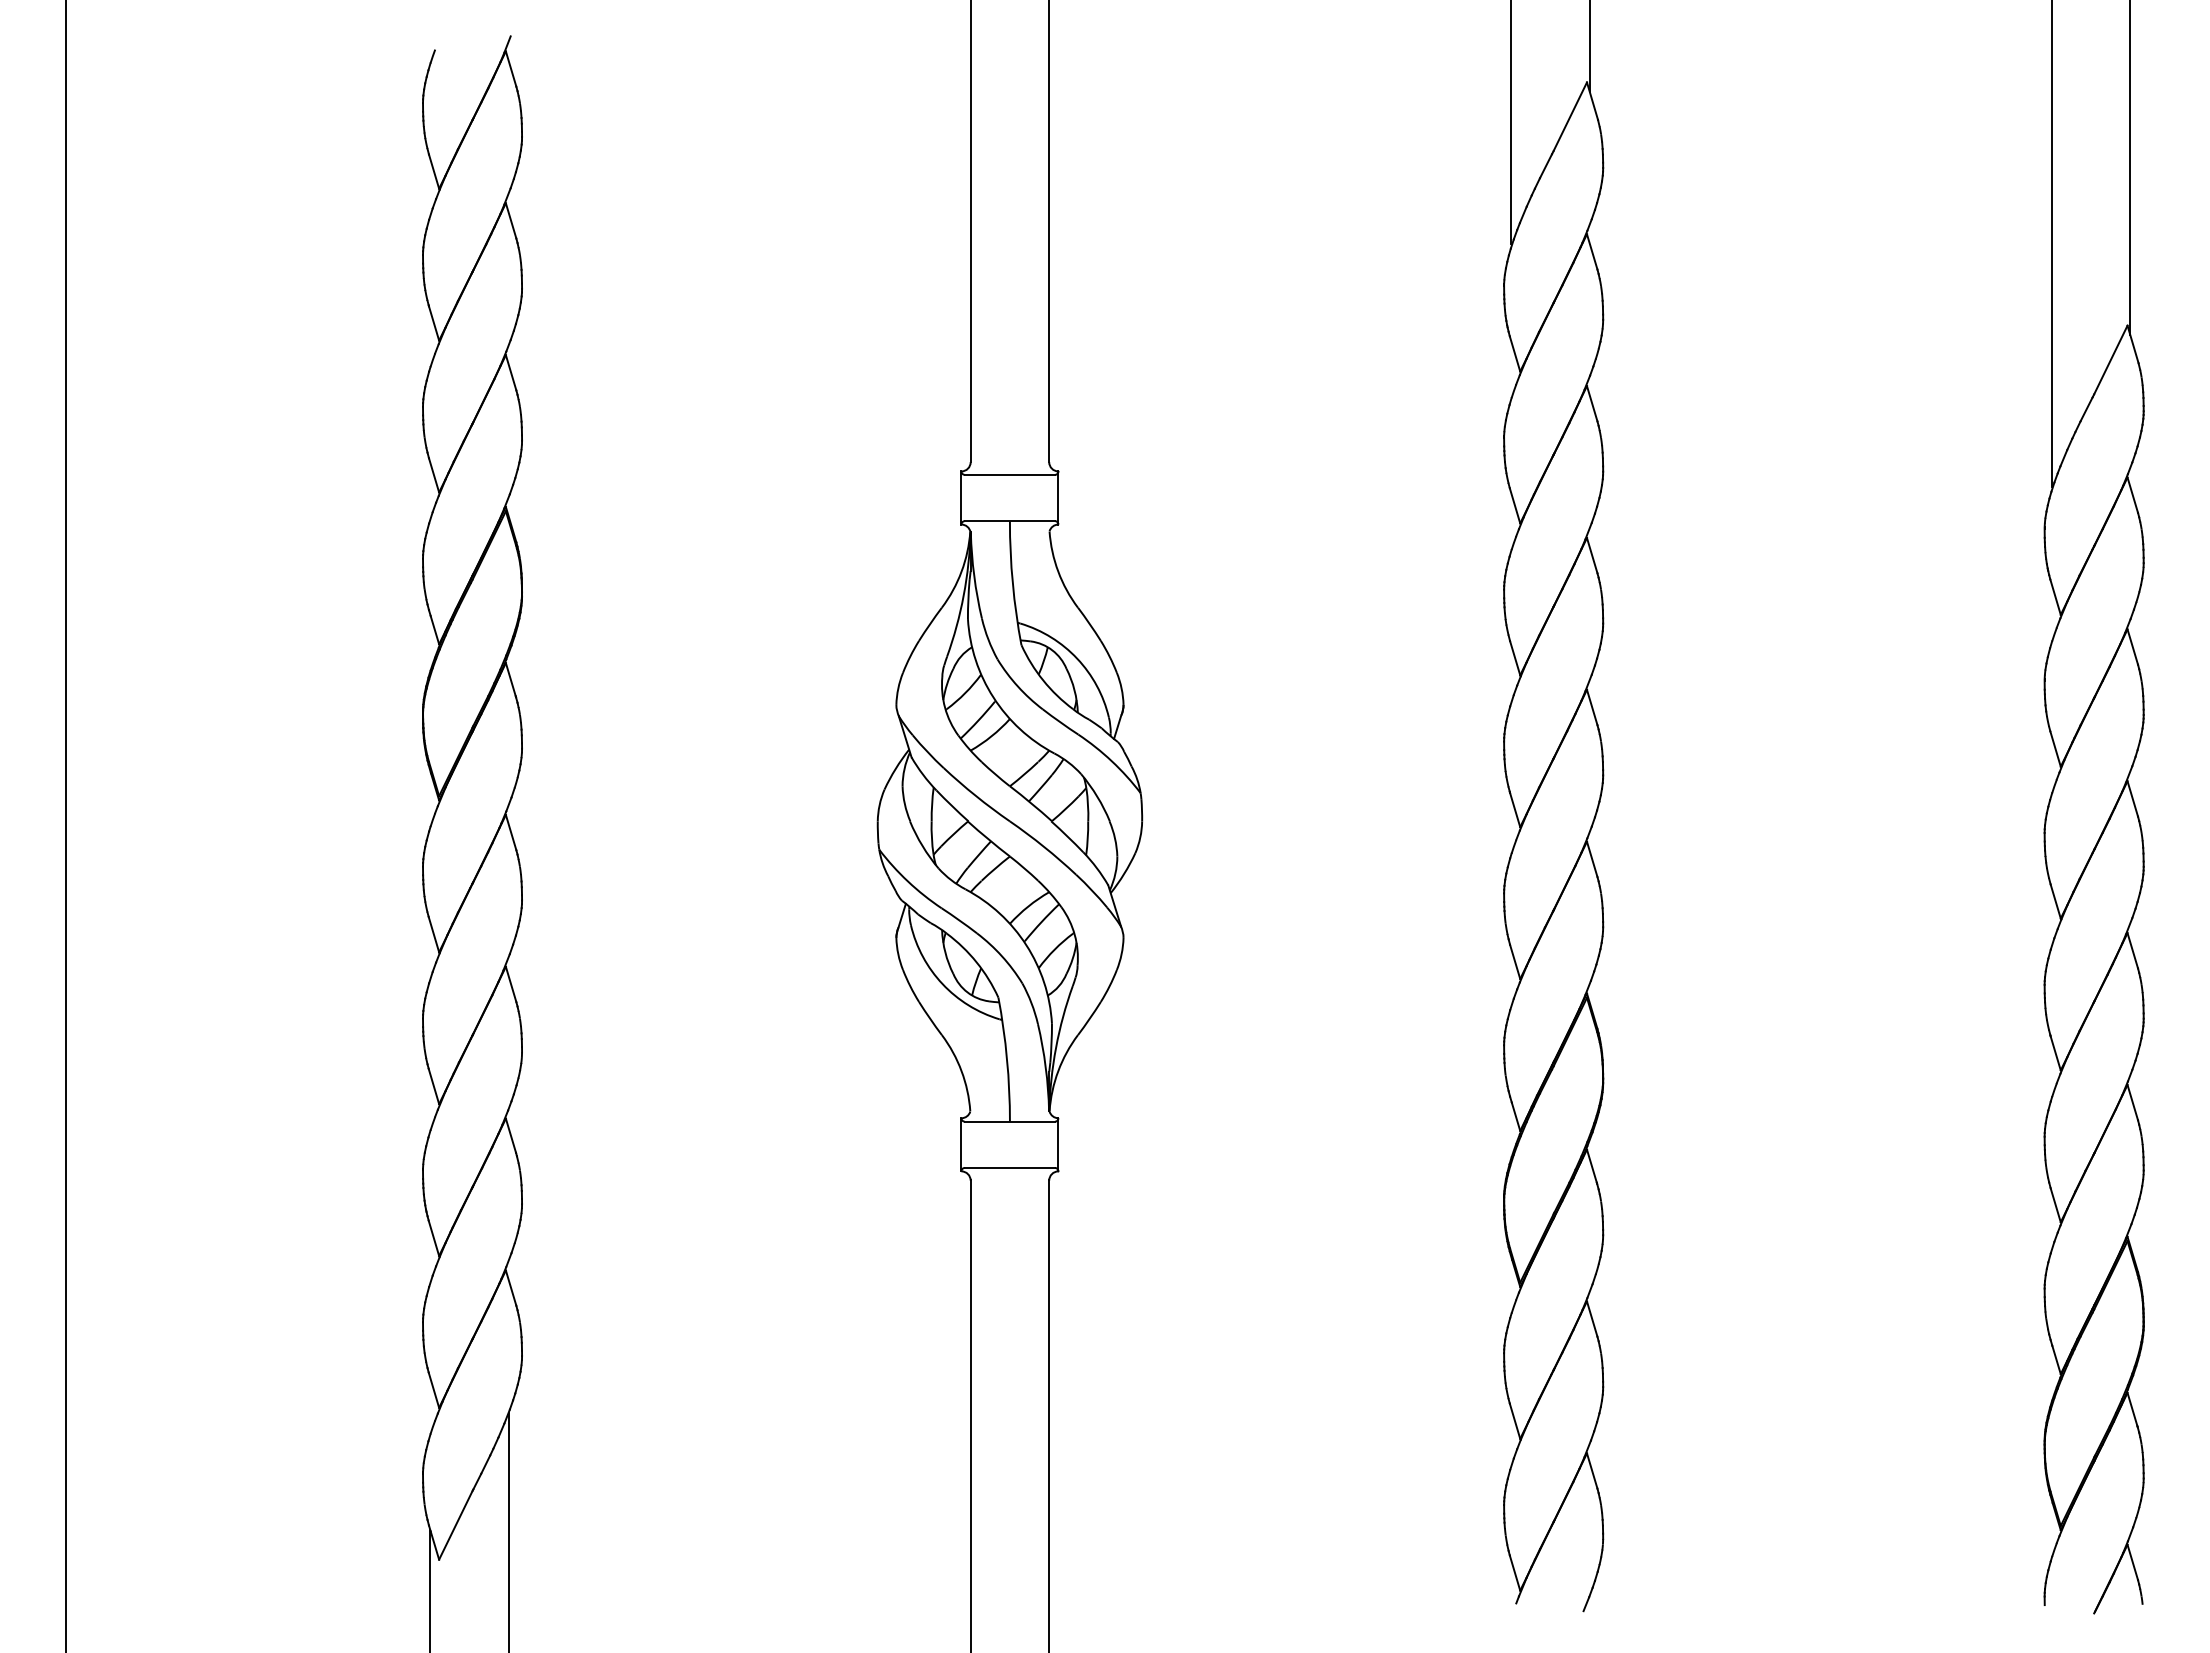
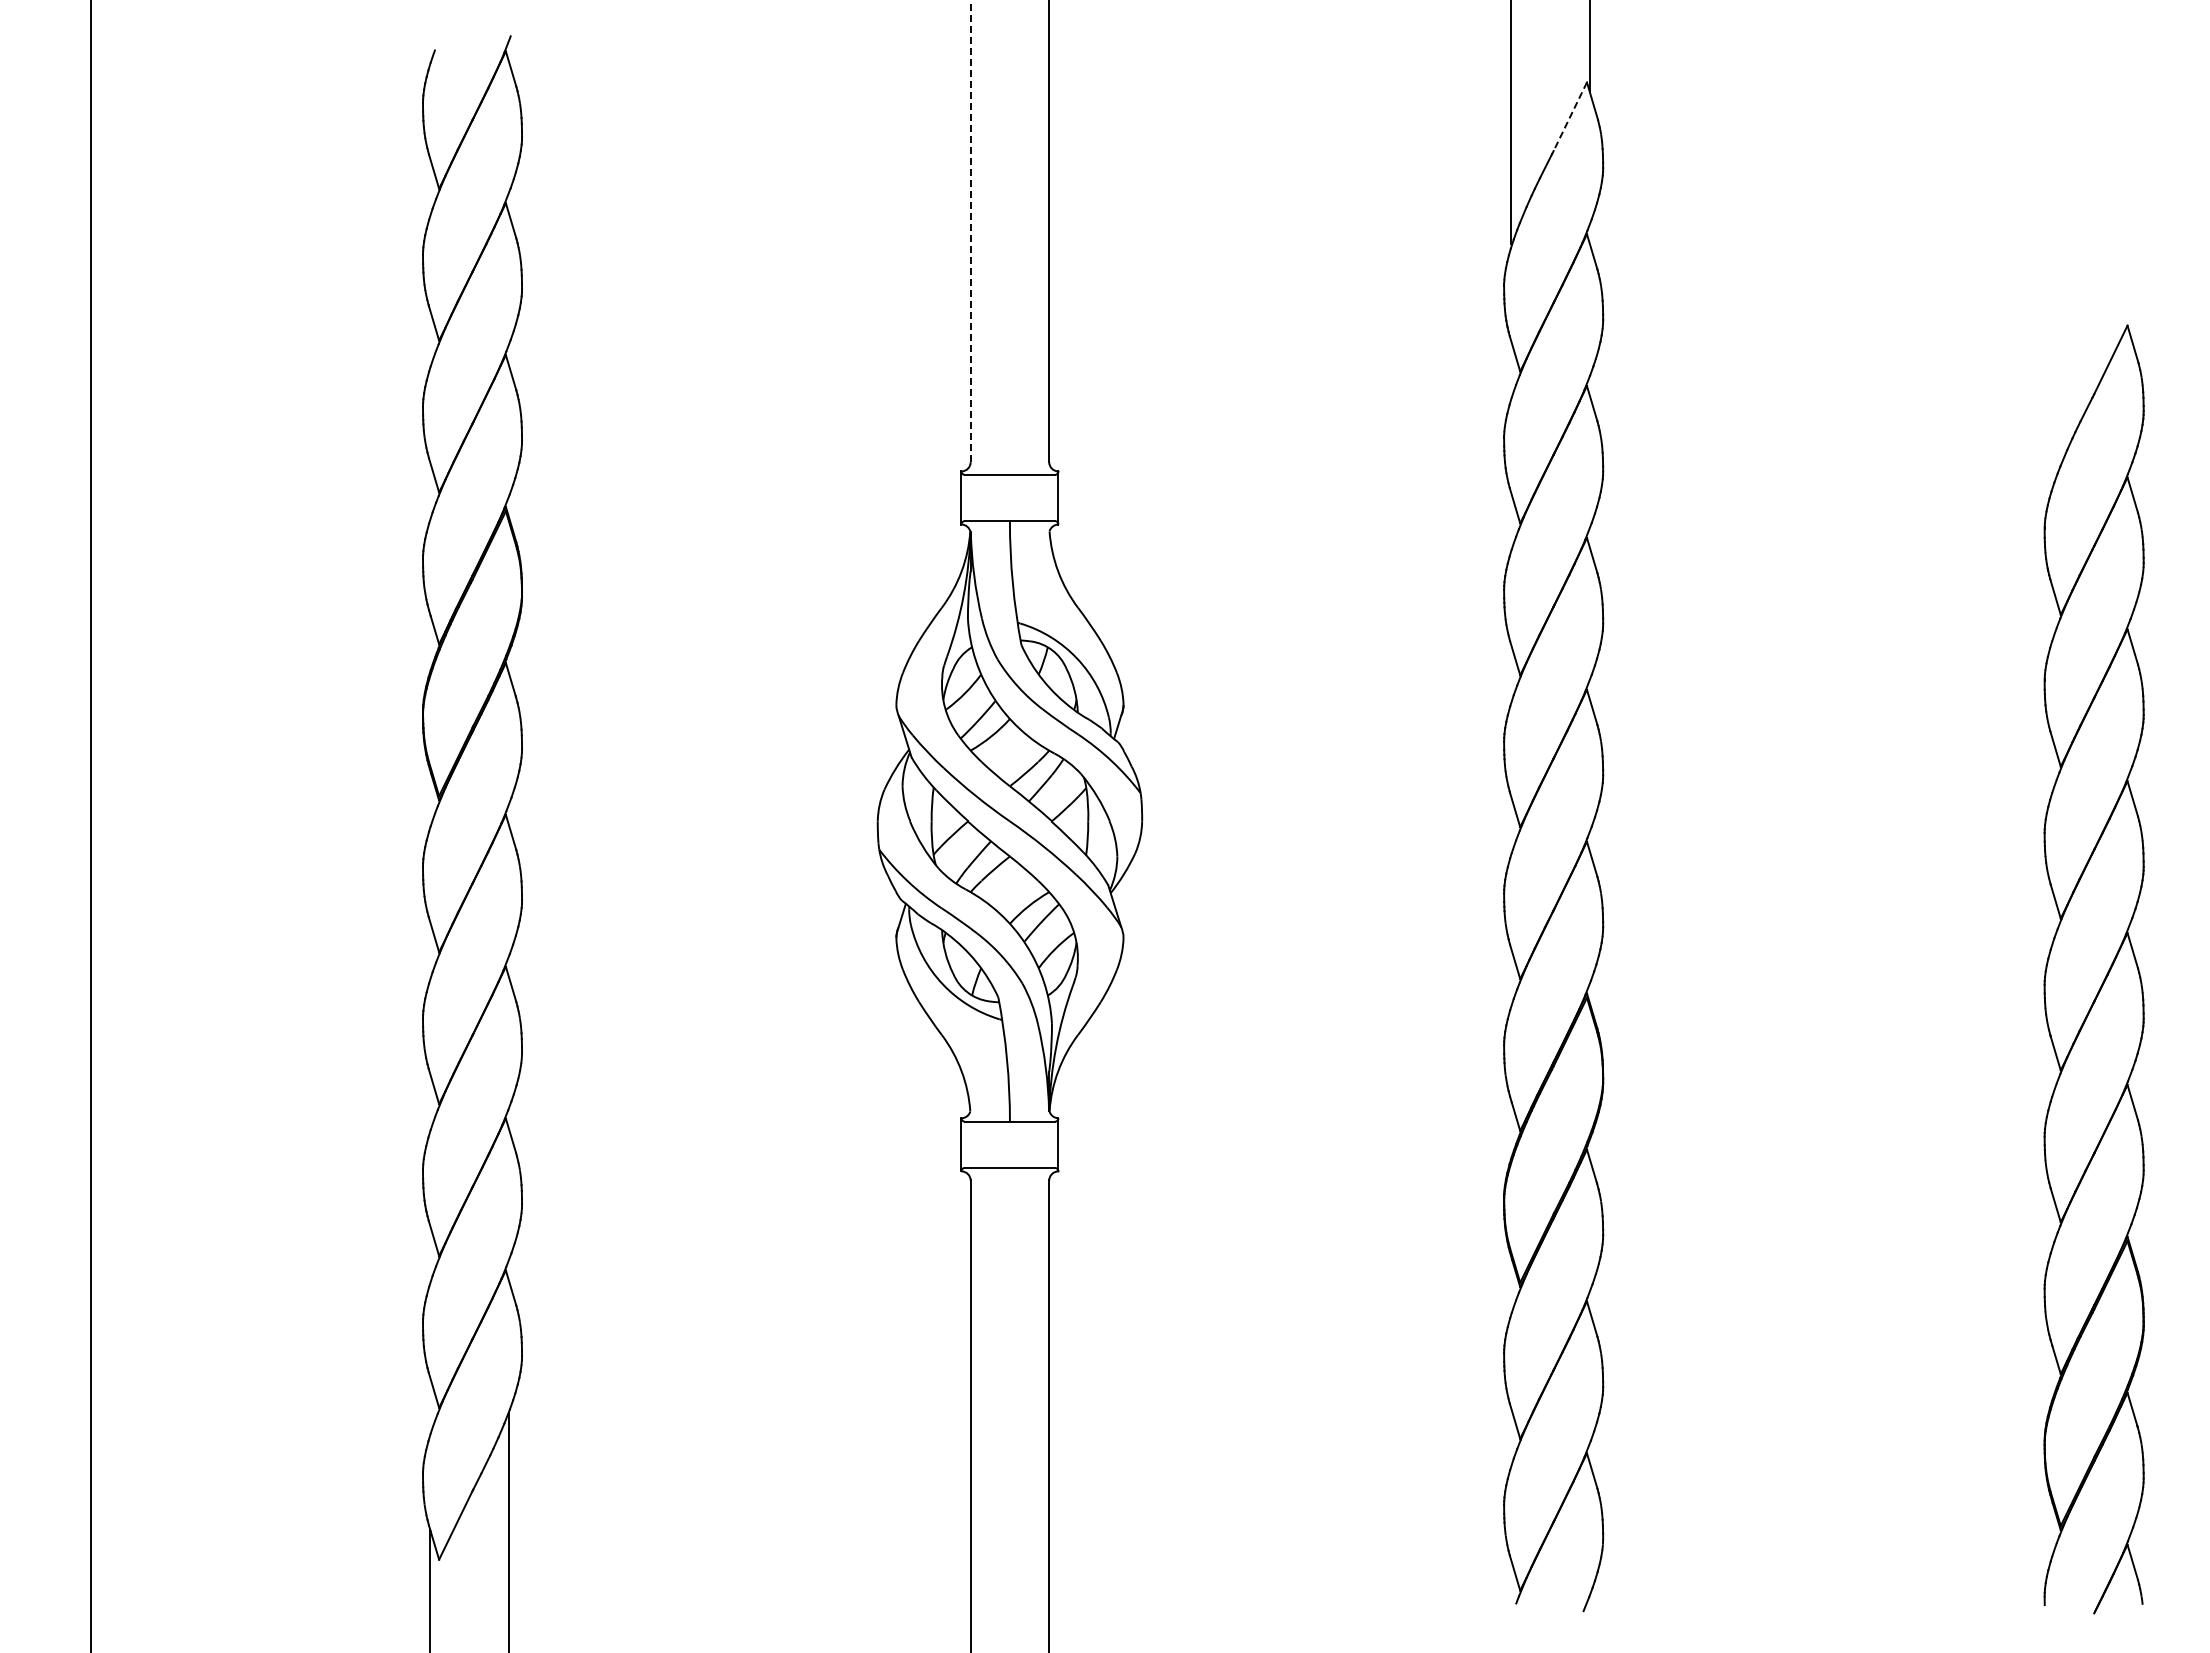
line at (1570, 117): solid -> dashed
line at (2130, 168): present -> none
line at (970, 231): solid -> dashed
line at (2051, 244): present -> none
line at (66, 825) position: (66, 825) -> (91, 825)
